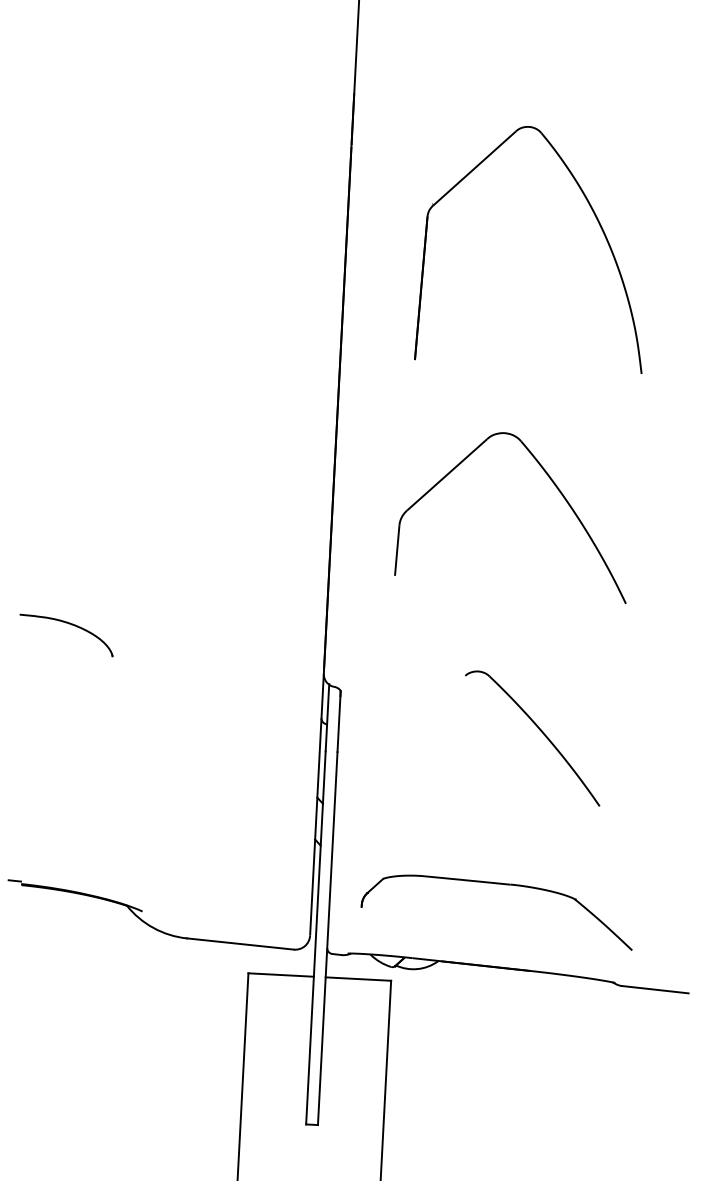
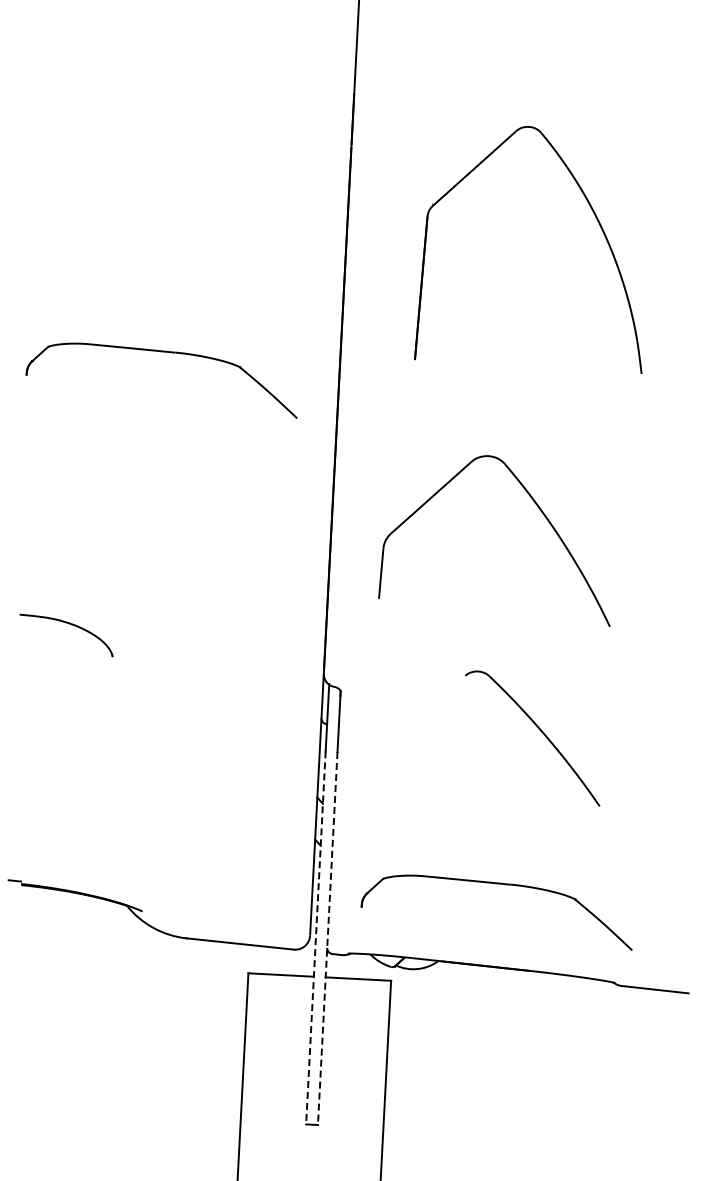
part at (161, 352): none -> present
part at (556, 488) position: (556, 488) -> (540, 511)
line at (315, 937): solid -> dashed
line at (327, 938): solid -> dashed
